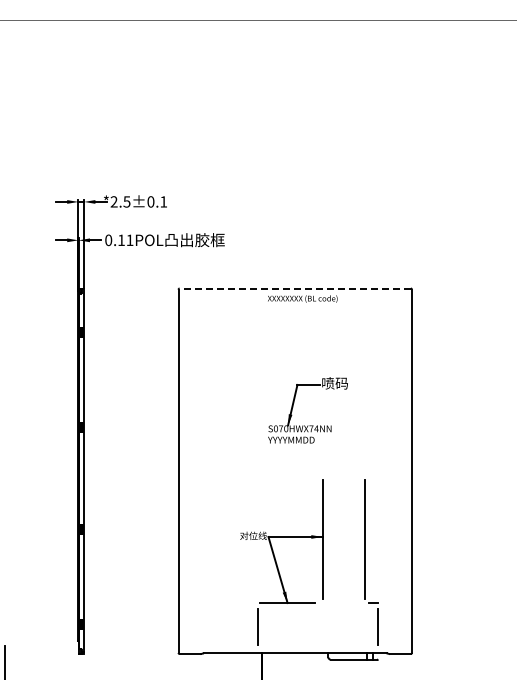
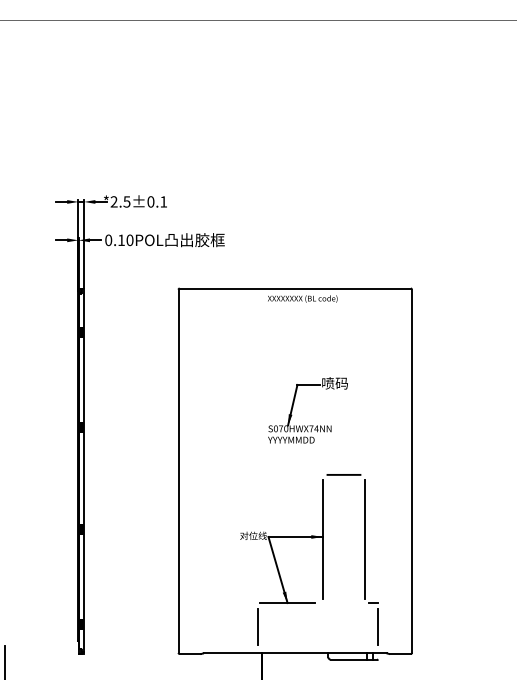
text at (129, 240): 0.11POL -> 0.10POL
line at (295, 288): dashed -> solid
line at (343, 474): none -> present
